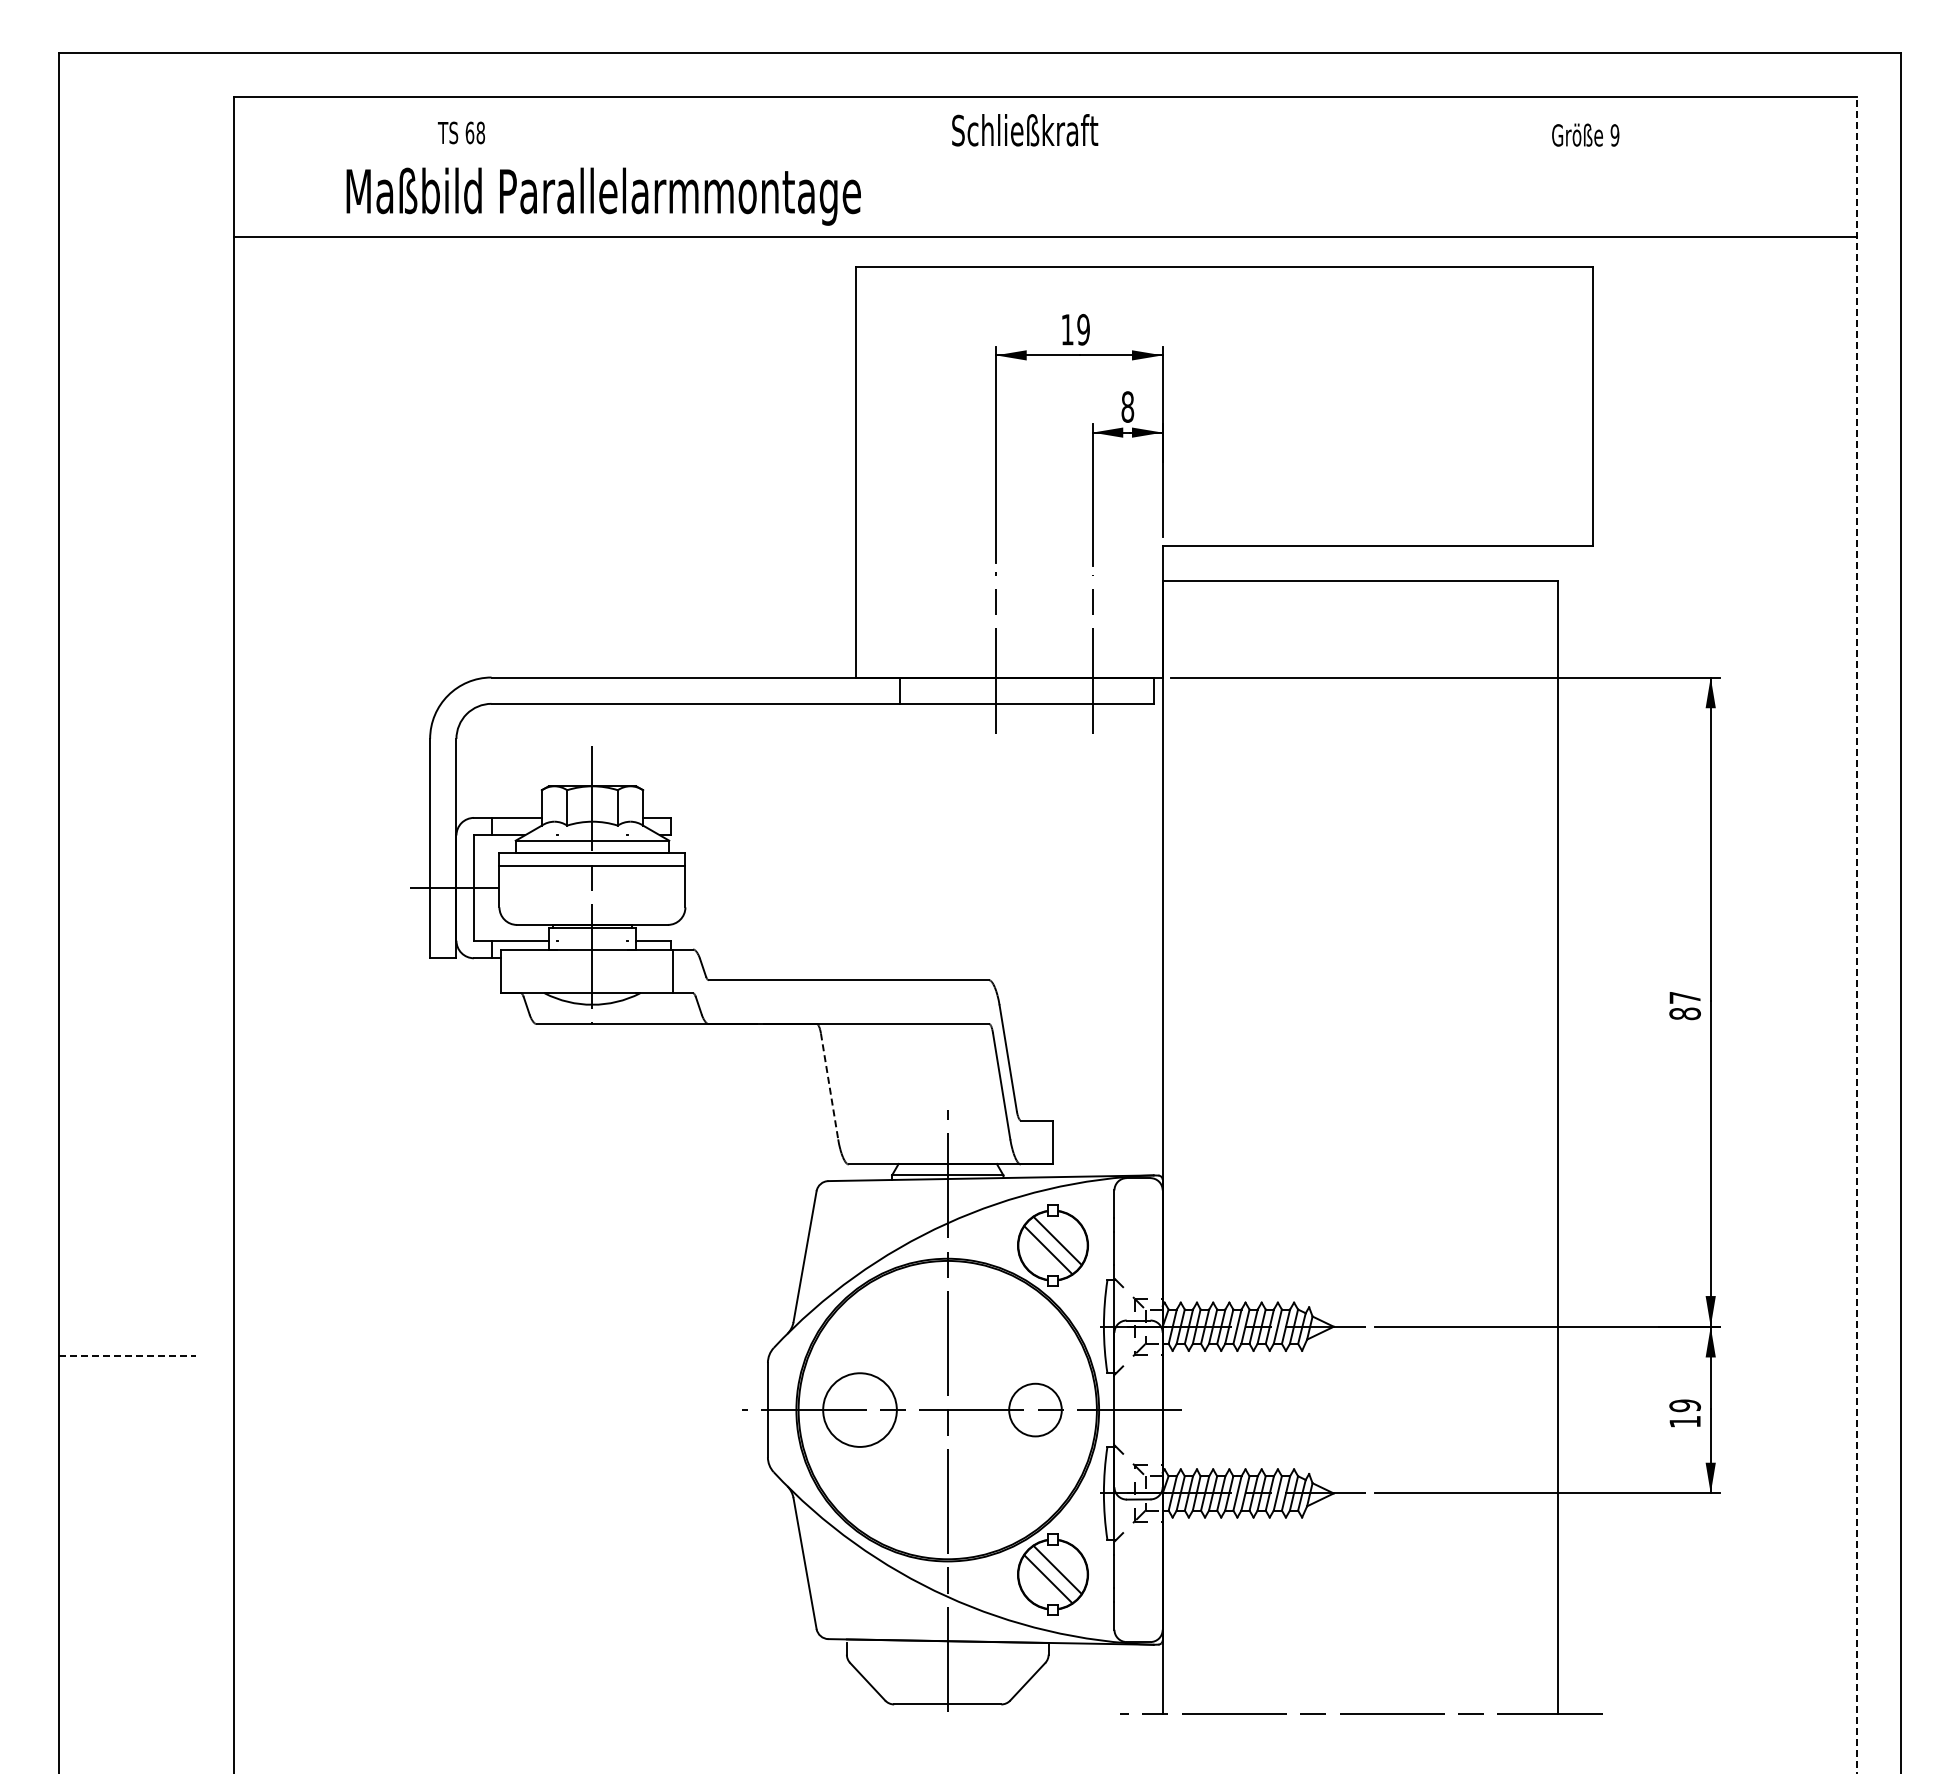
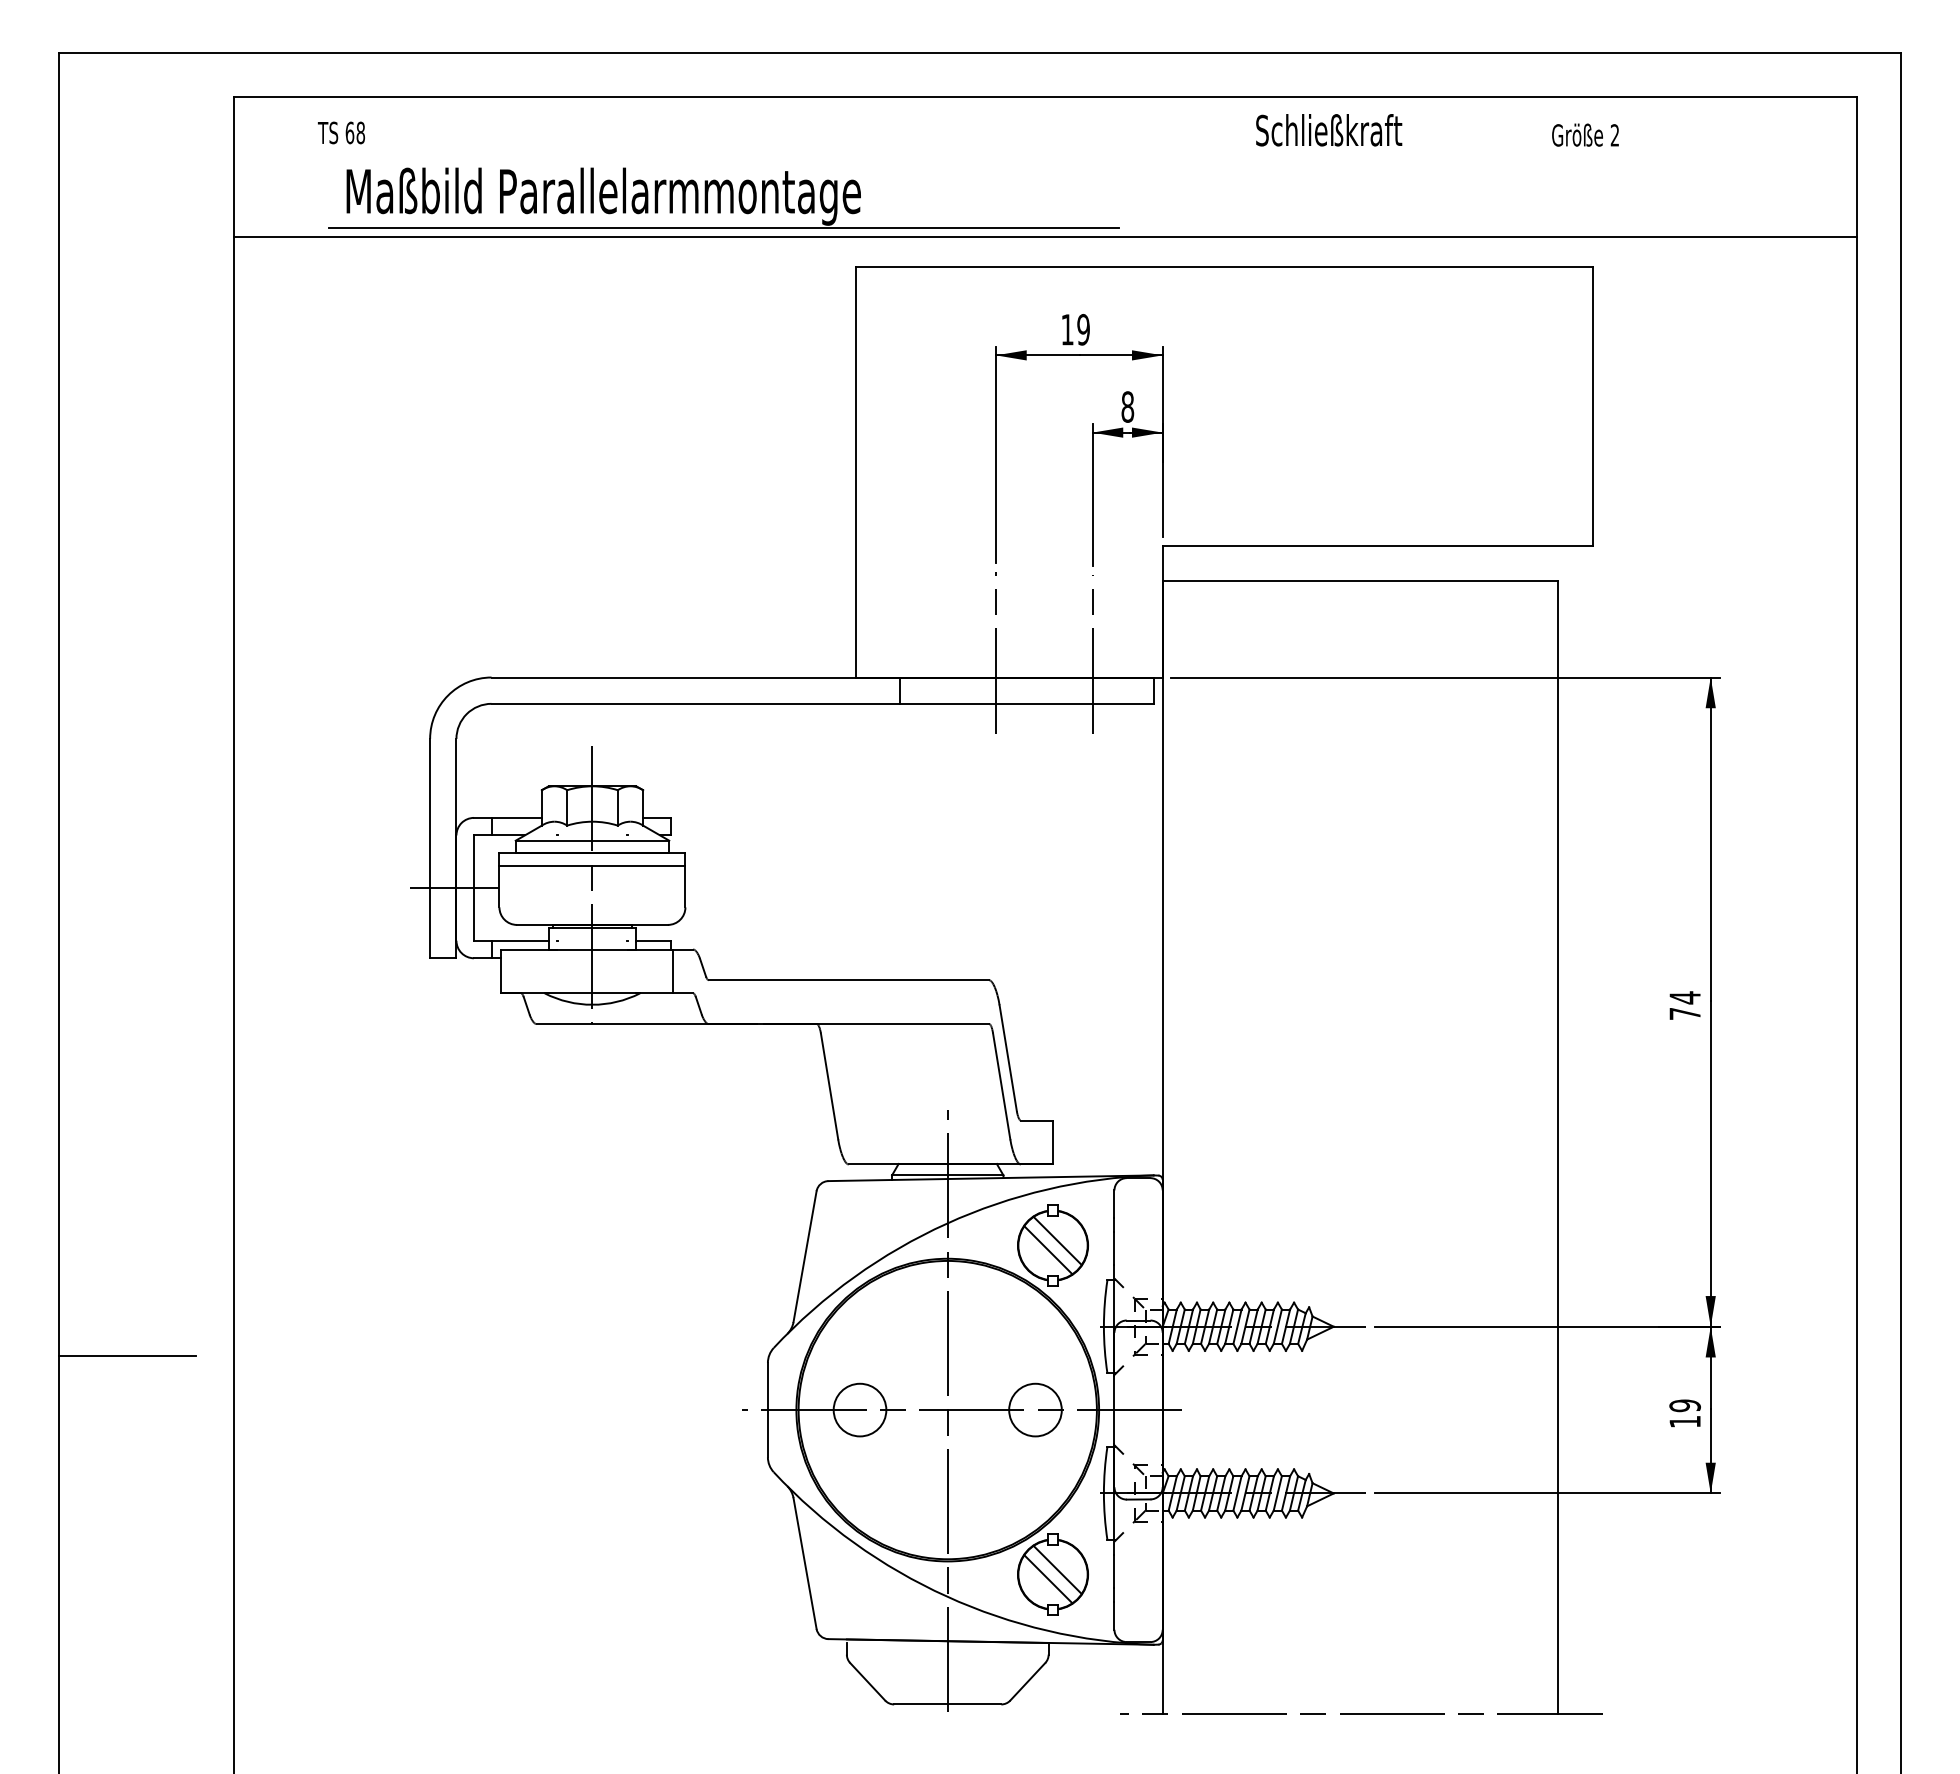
text at (1025, 130) position: (1025, 130) -> (1329, 130)
text at (461, 132) position: (461, 132) -> (341, 132)
text at (1614, 135): 9 -> 2
line at (723, 227): none -> present
line at (1857, 935): dashed -> solid
text at (1684, 1005): 87 -> 74
line at (829, 1086): dashed -> solid
line at (127, 1356): dashed -> solid
circle at (859, 1409) diameter: 74 px -> 53 px
